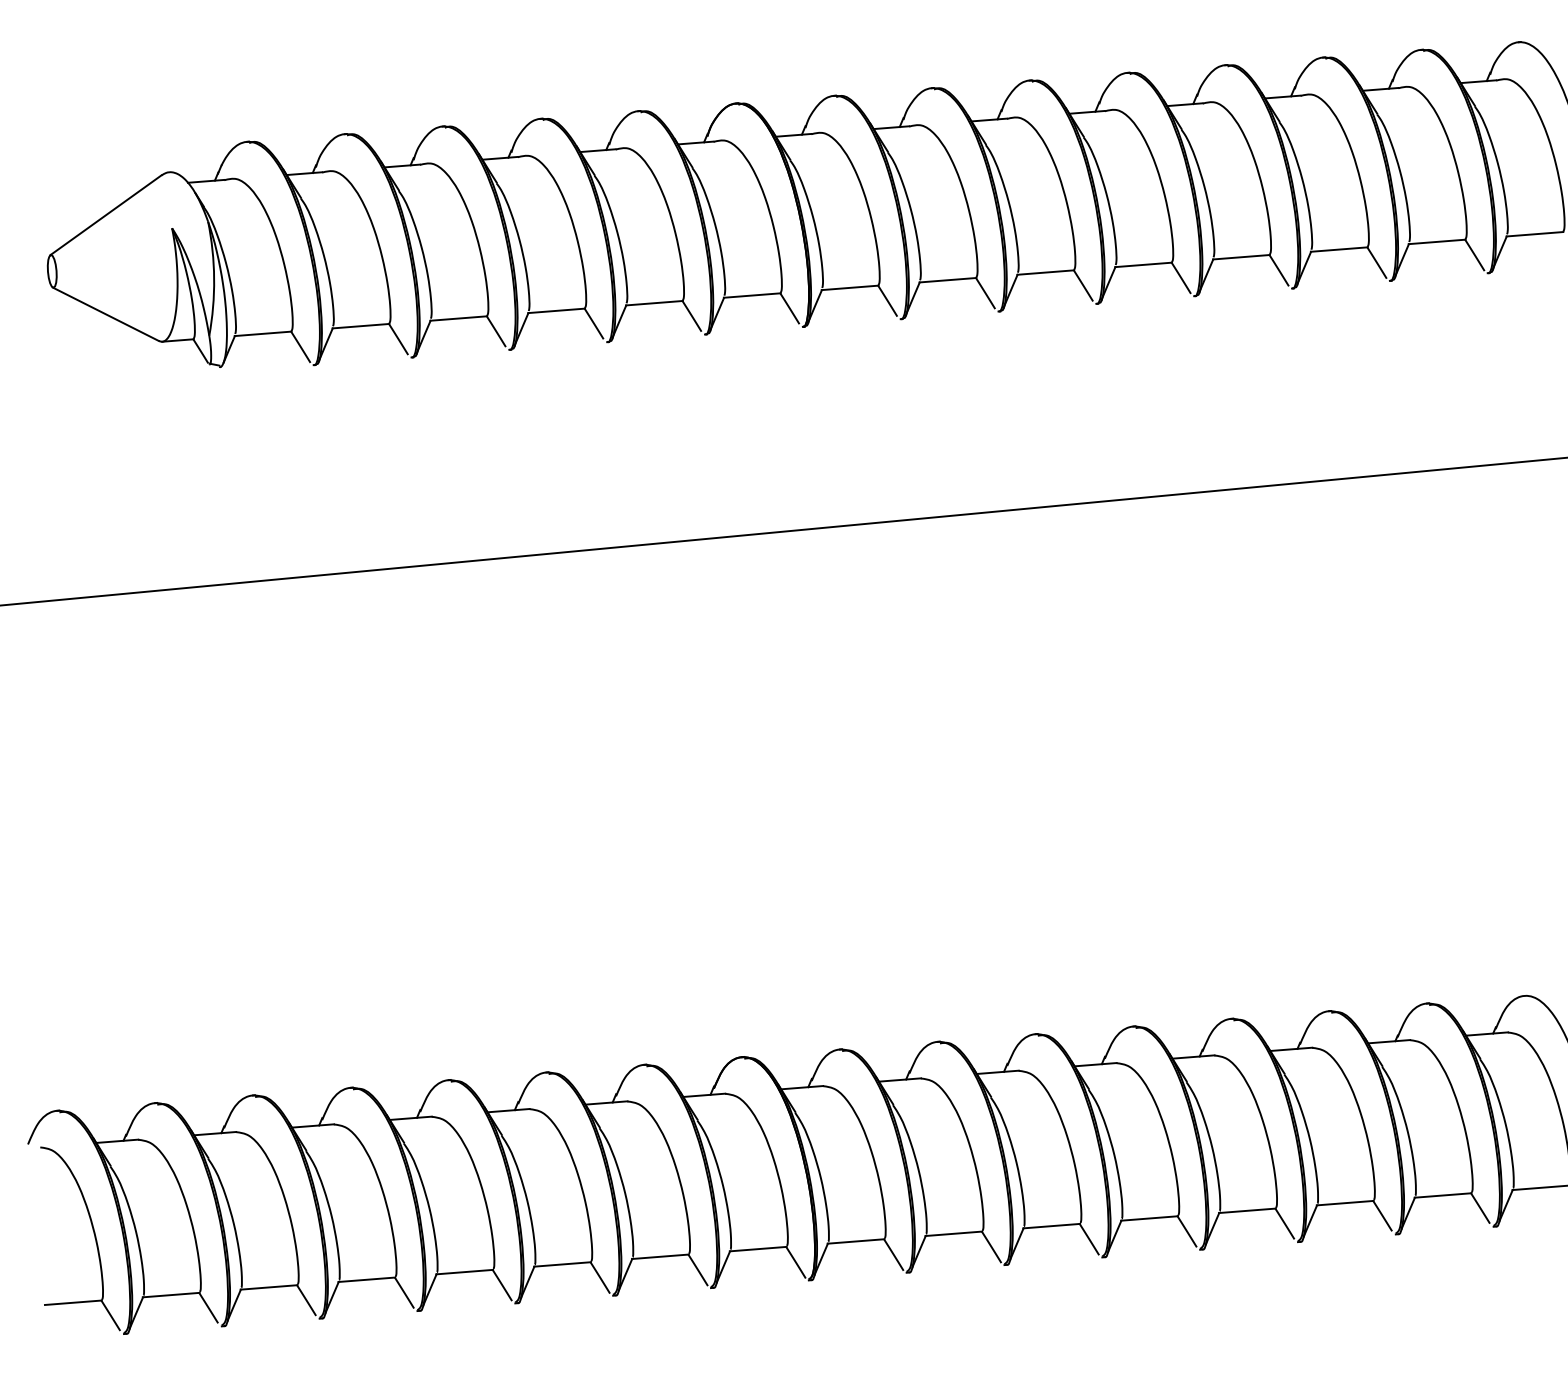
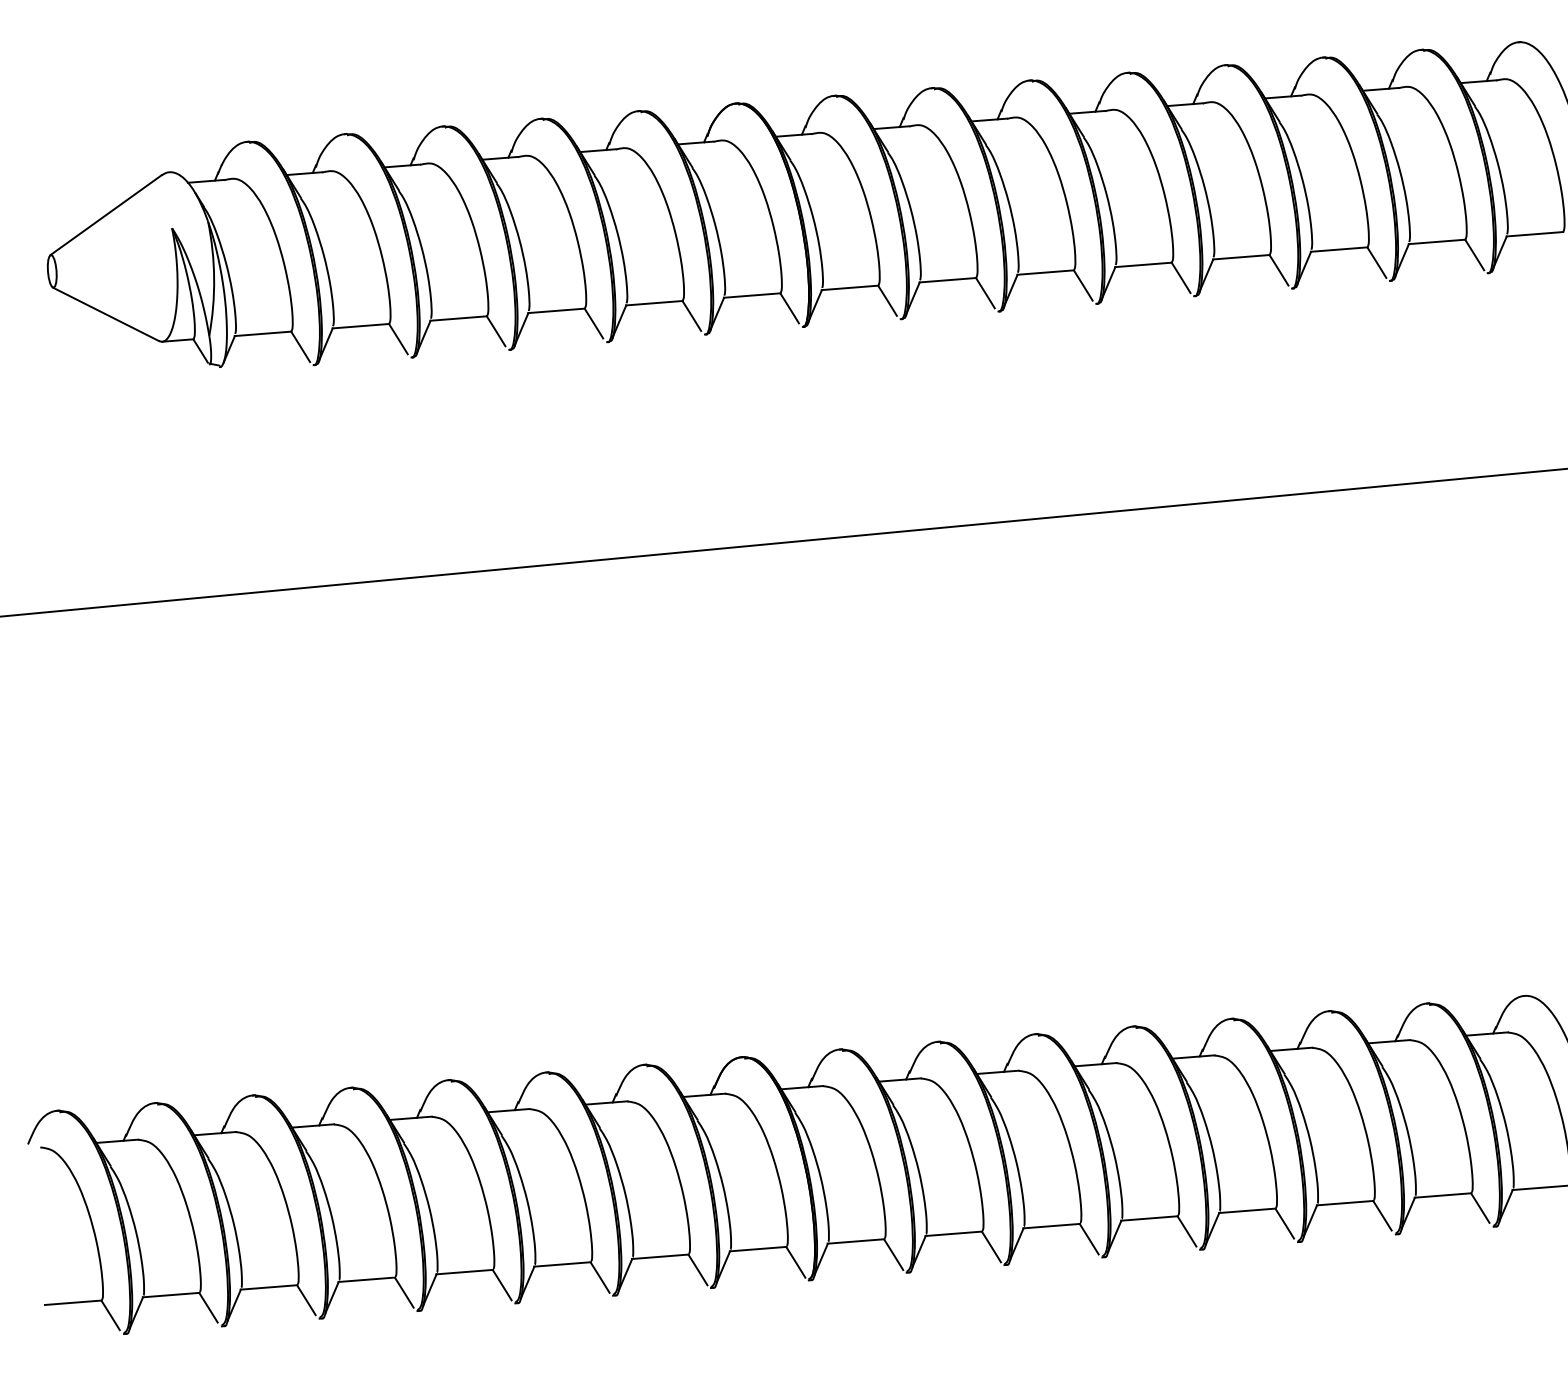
line at (783, 531) position: (783, 531) -> (783, 542)
